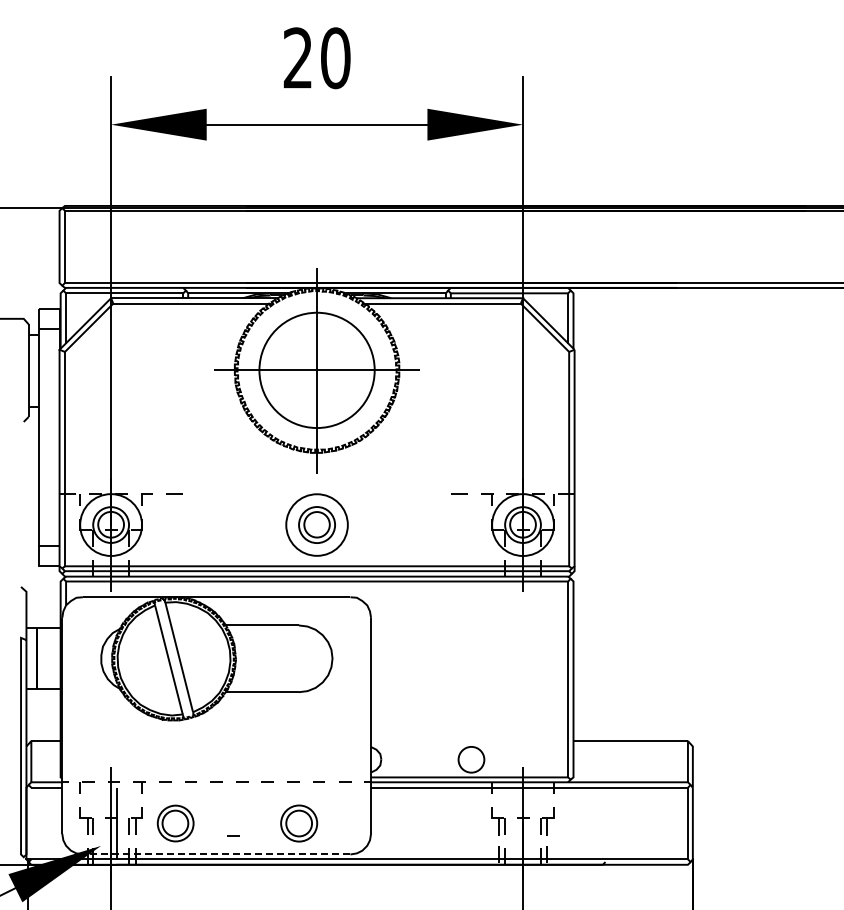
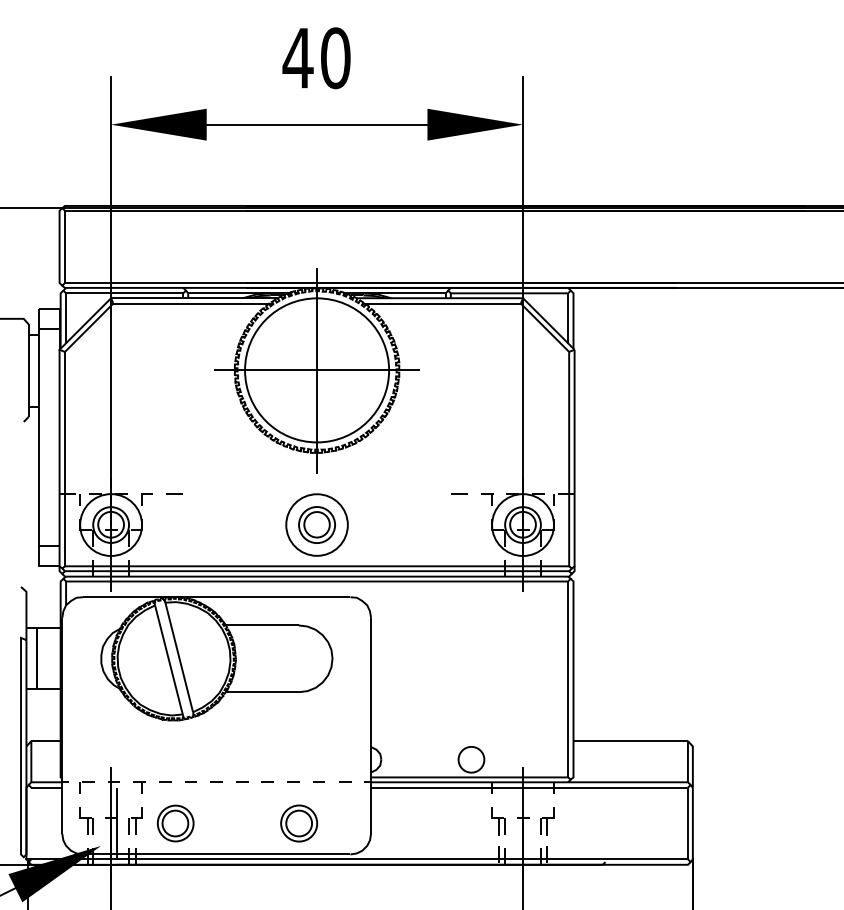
text at (297, 57): 20 -> 40
circle at (316, 370) diameter: 115 px -> 144 px
line at (233, 835): present -> none
line at (216, 854): dashed -> solid
